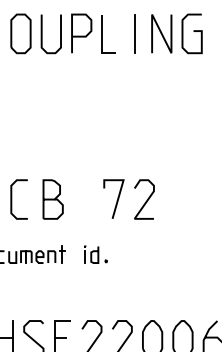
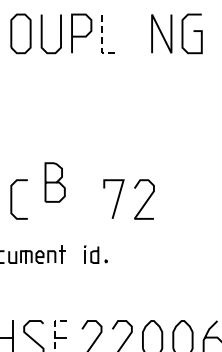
line at (134, 33): present -> none
line at (102, 41): solid -> dashed
part at (52, 199) position: (52, 199) -> (54, 182)
line at (54, 326): solid -> dashed
